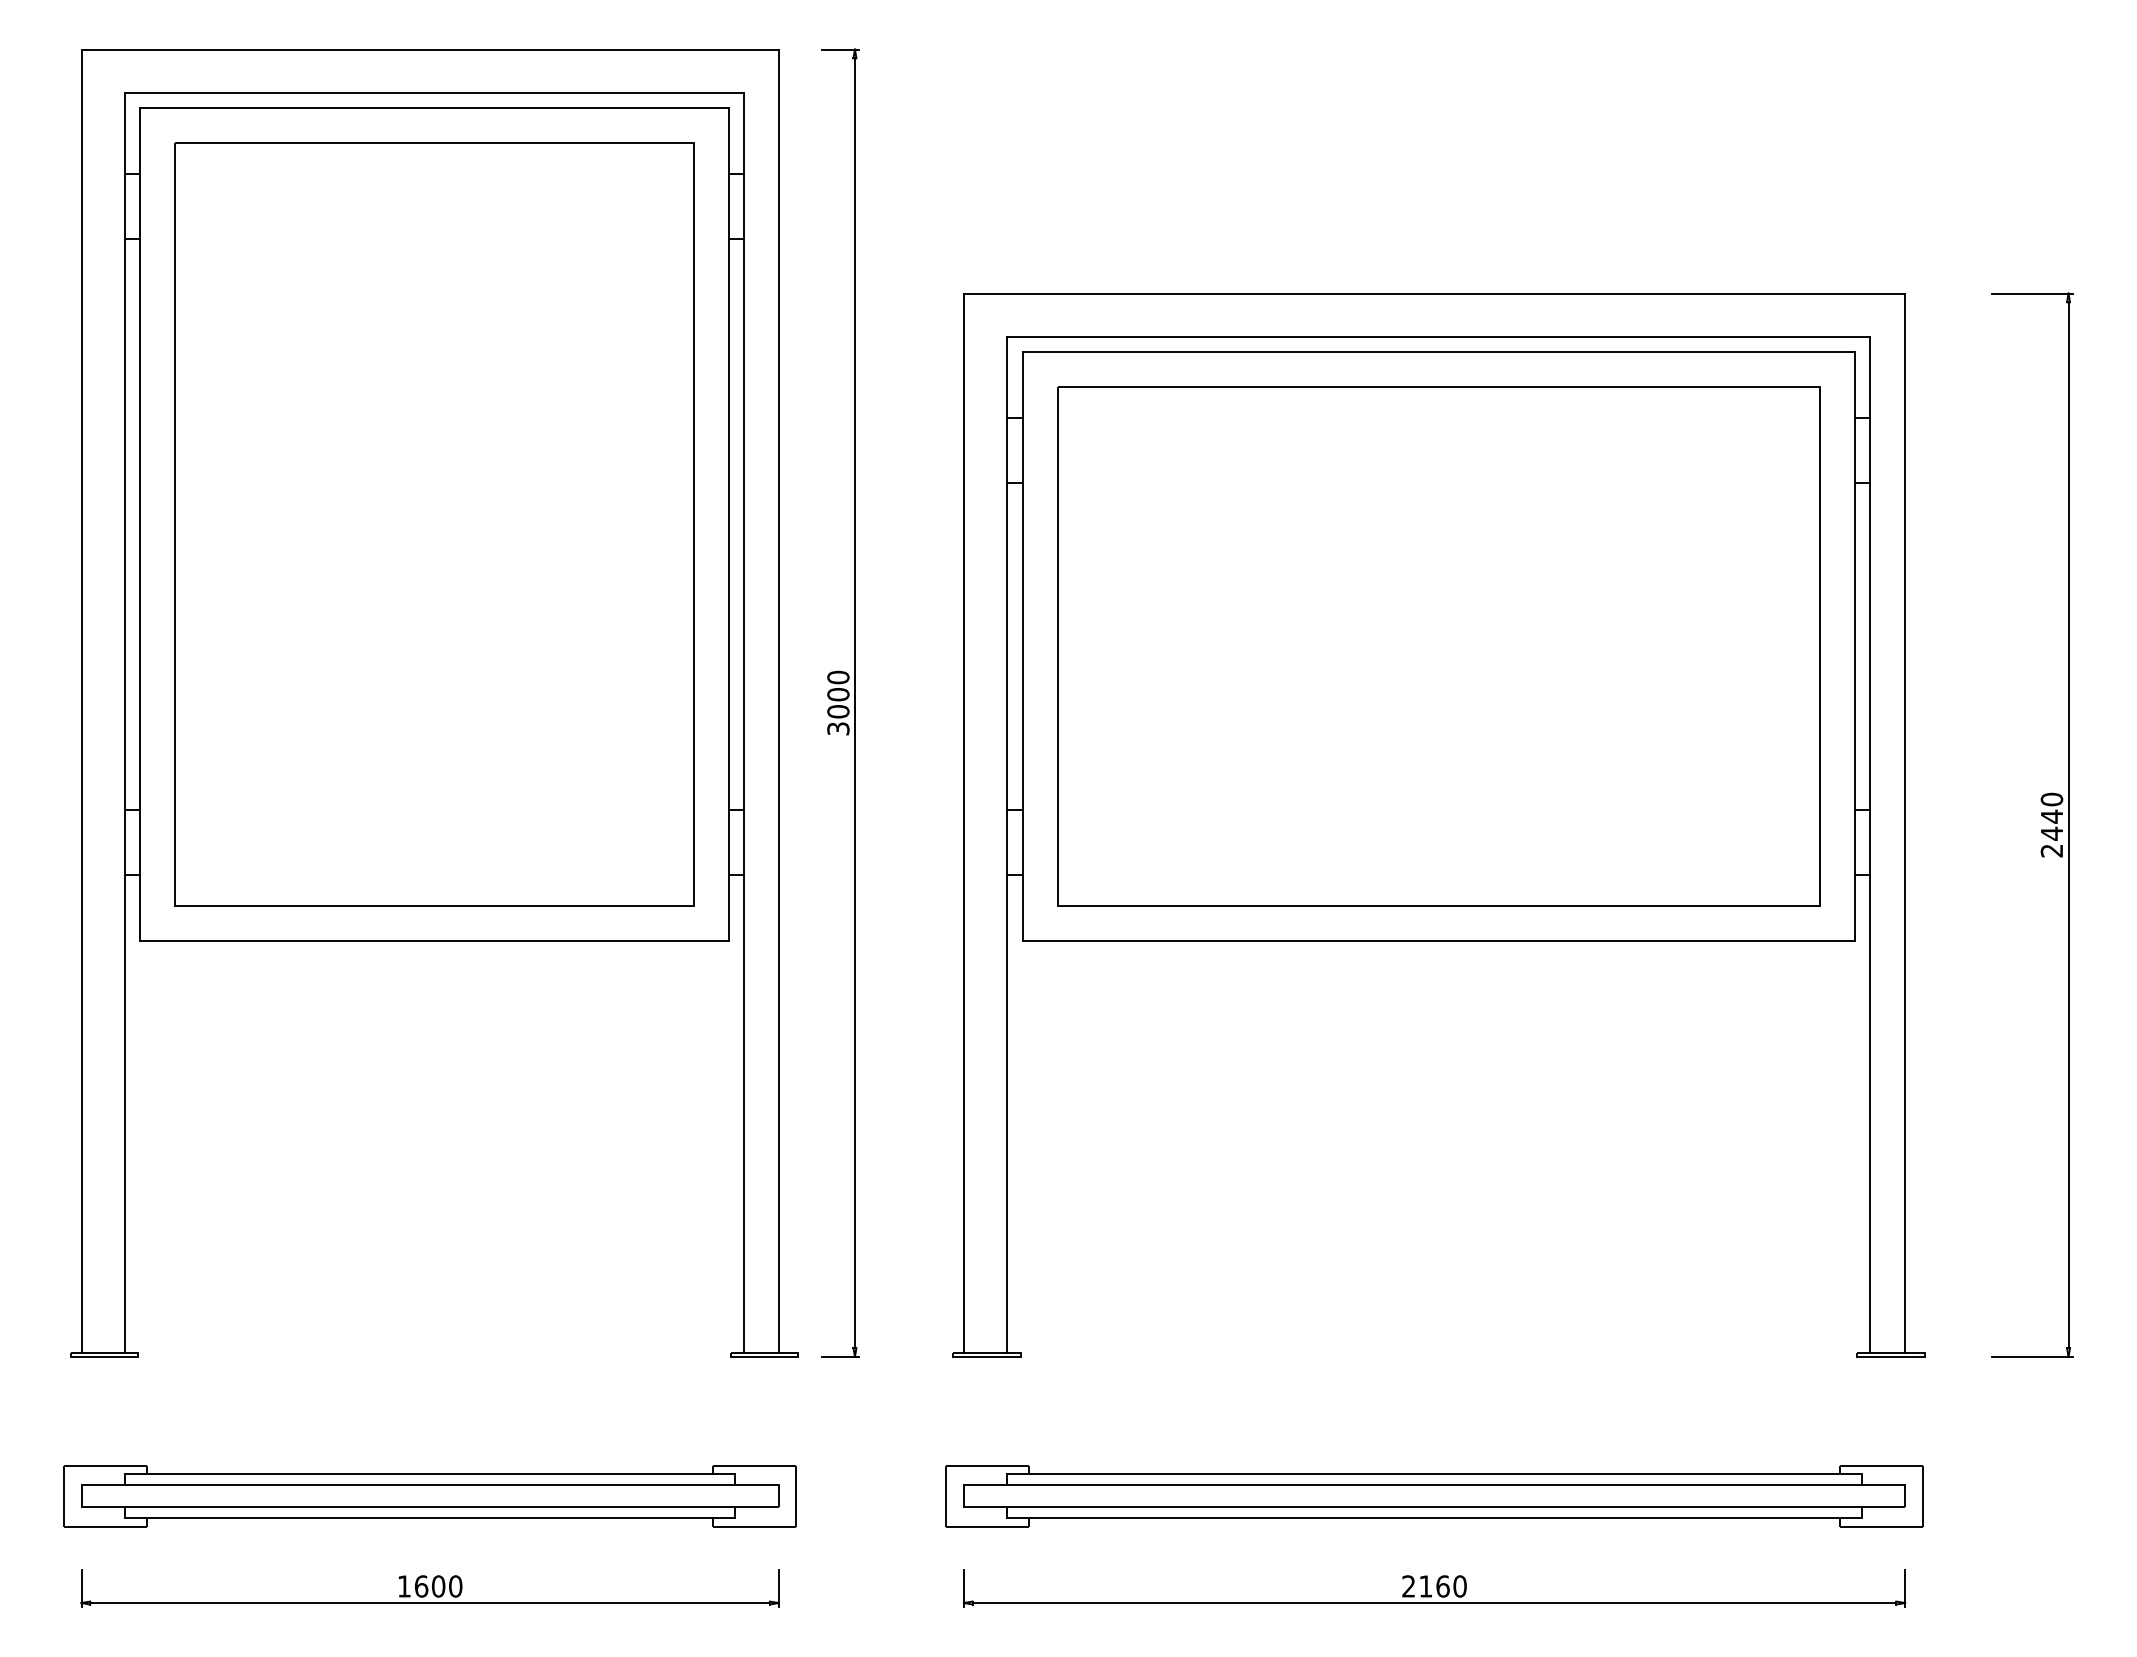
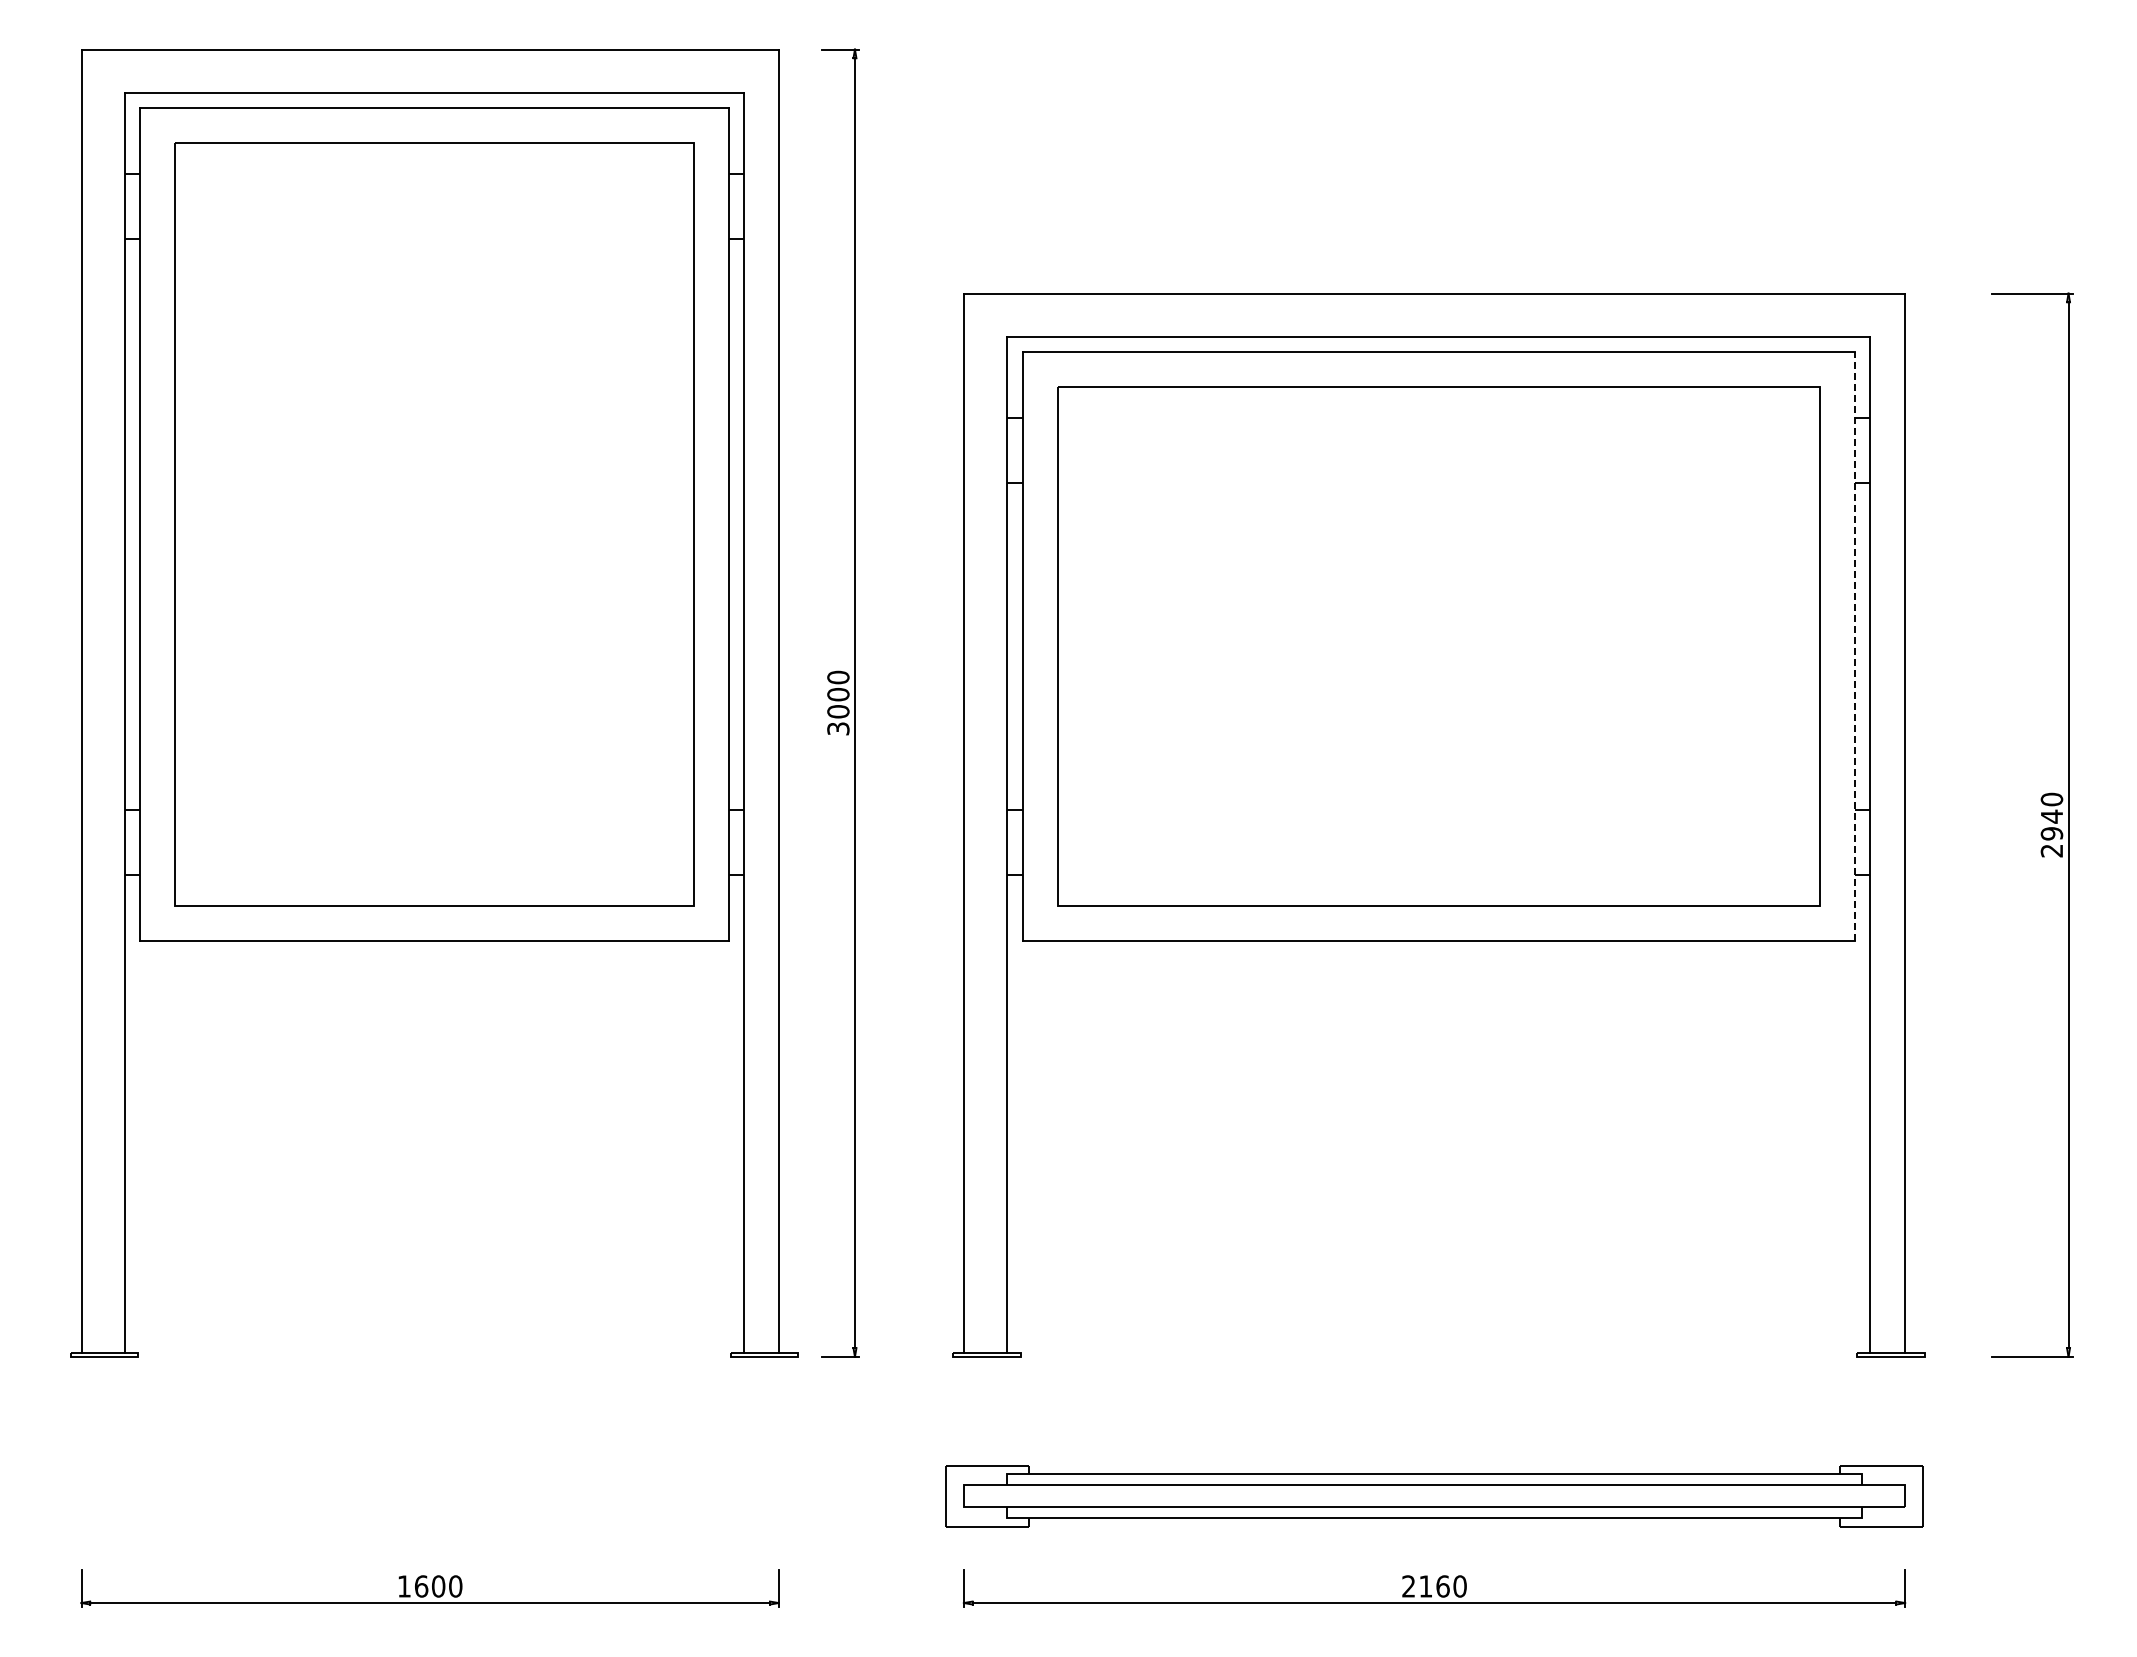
line at (1855, 646): solid -> dashed
text at (2051, 833): 2440 -> 2940
part at (429, 1496): present -> none
